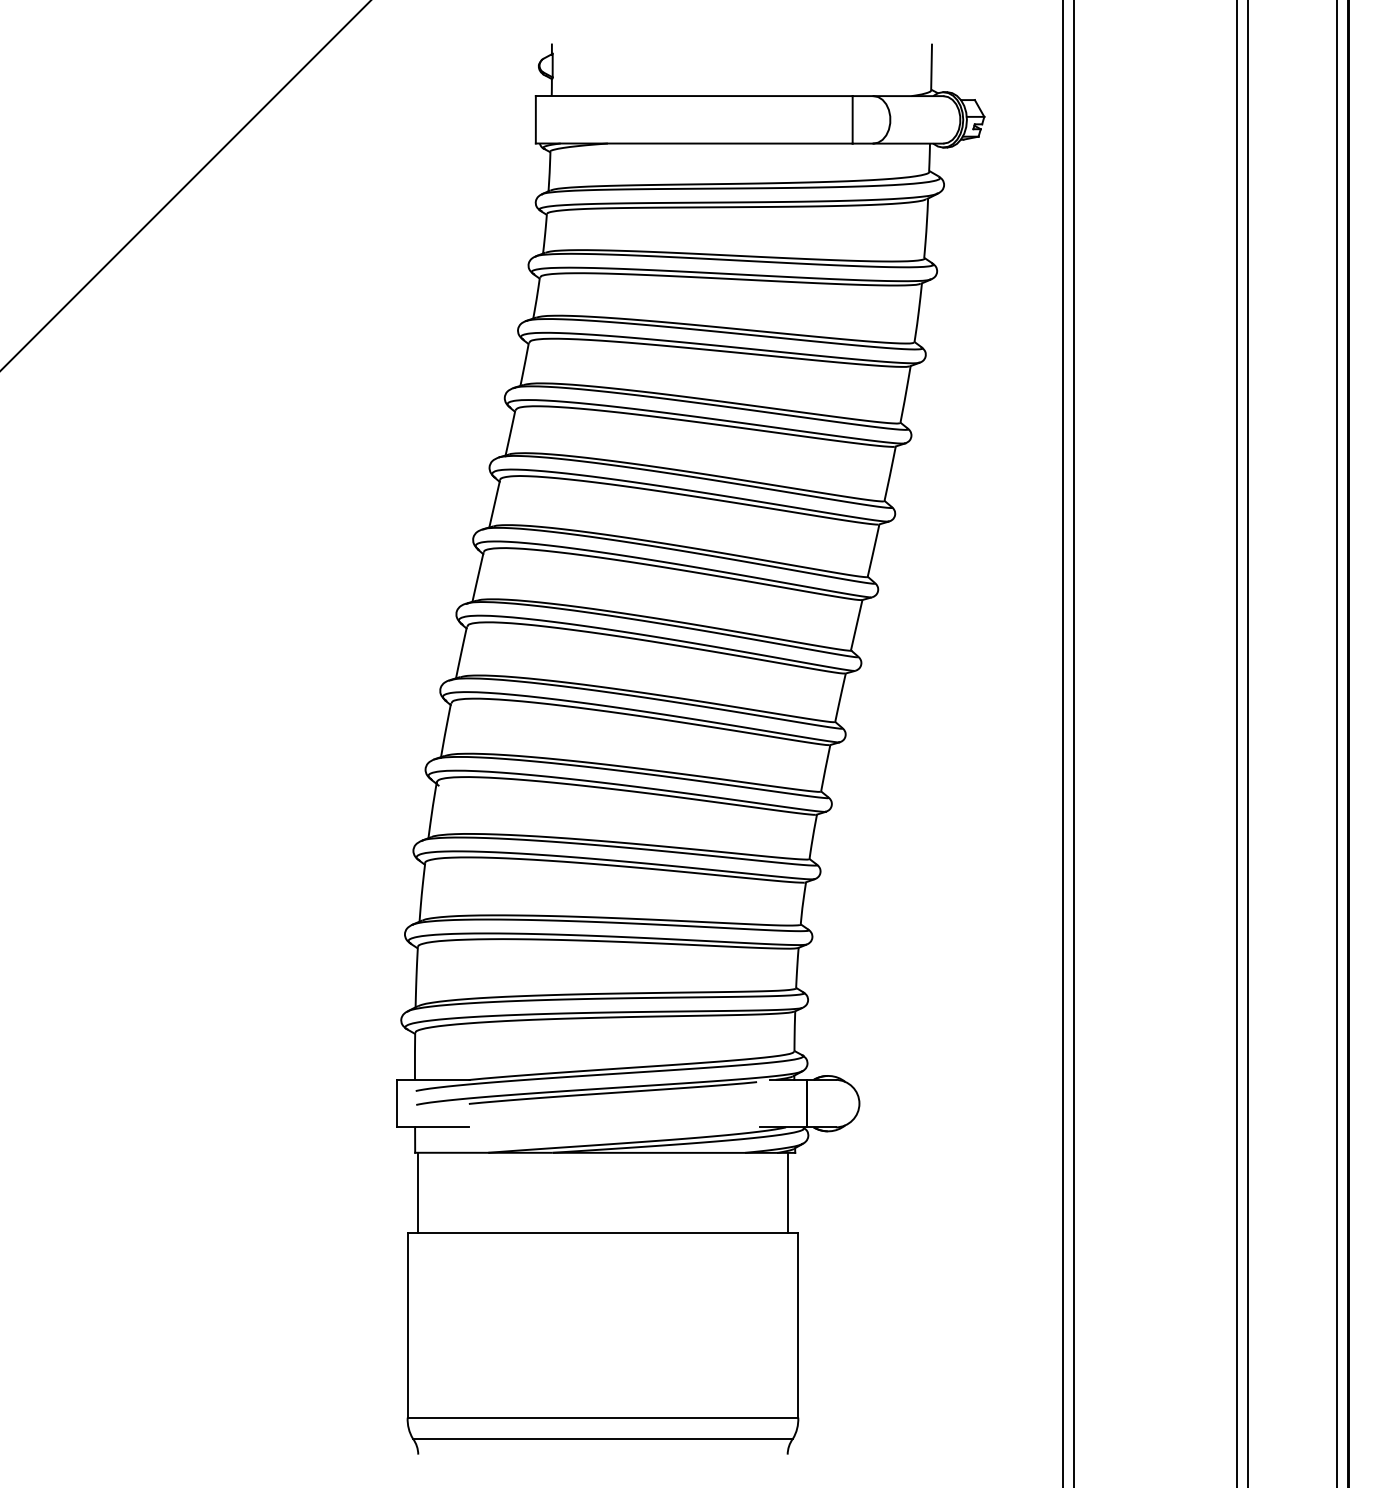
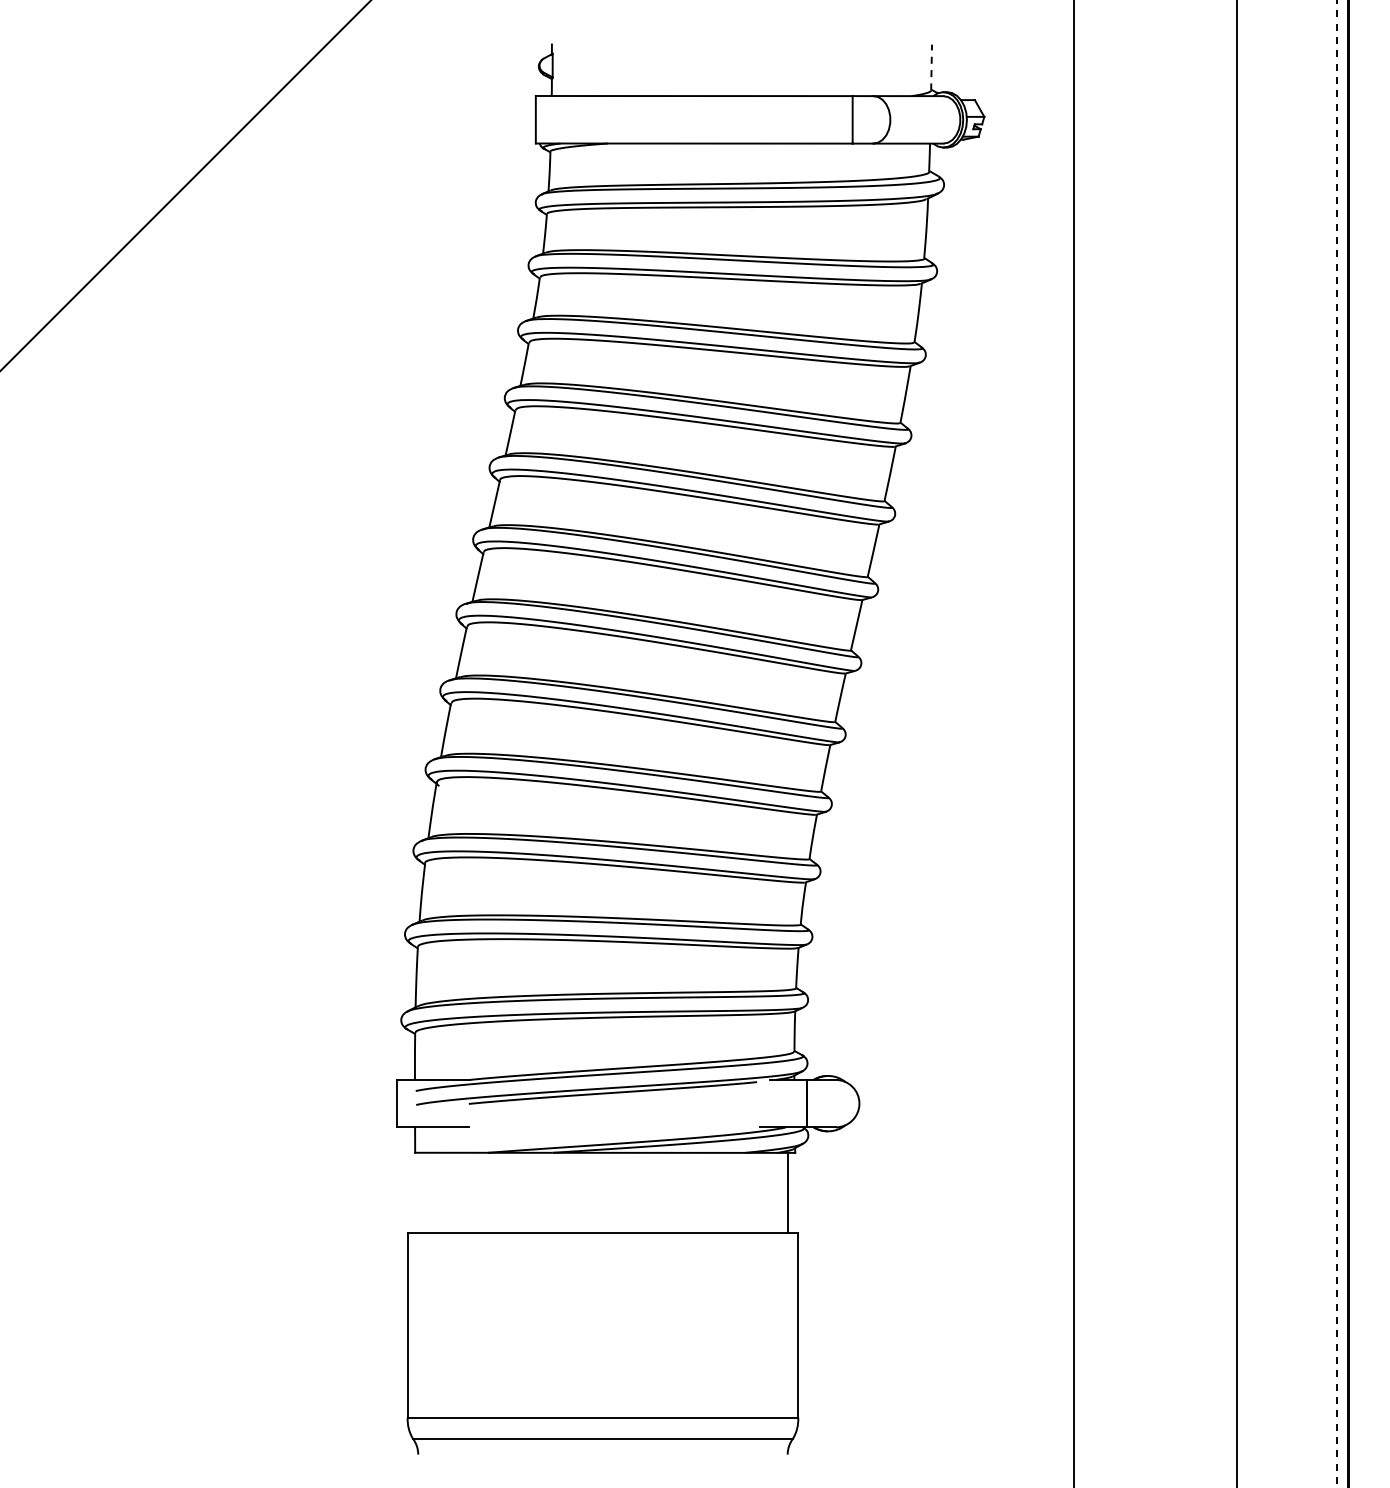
line at (931, 67): solid -> dashed
line at (1062, 743): present -> none
line at (1248, 743): present -> none
line at (1337, 744): solid -> dashed
line at (418, 1192): present -> none
